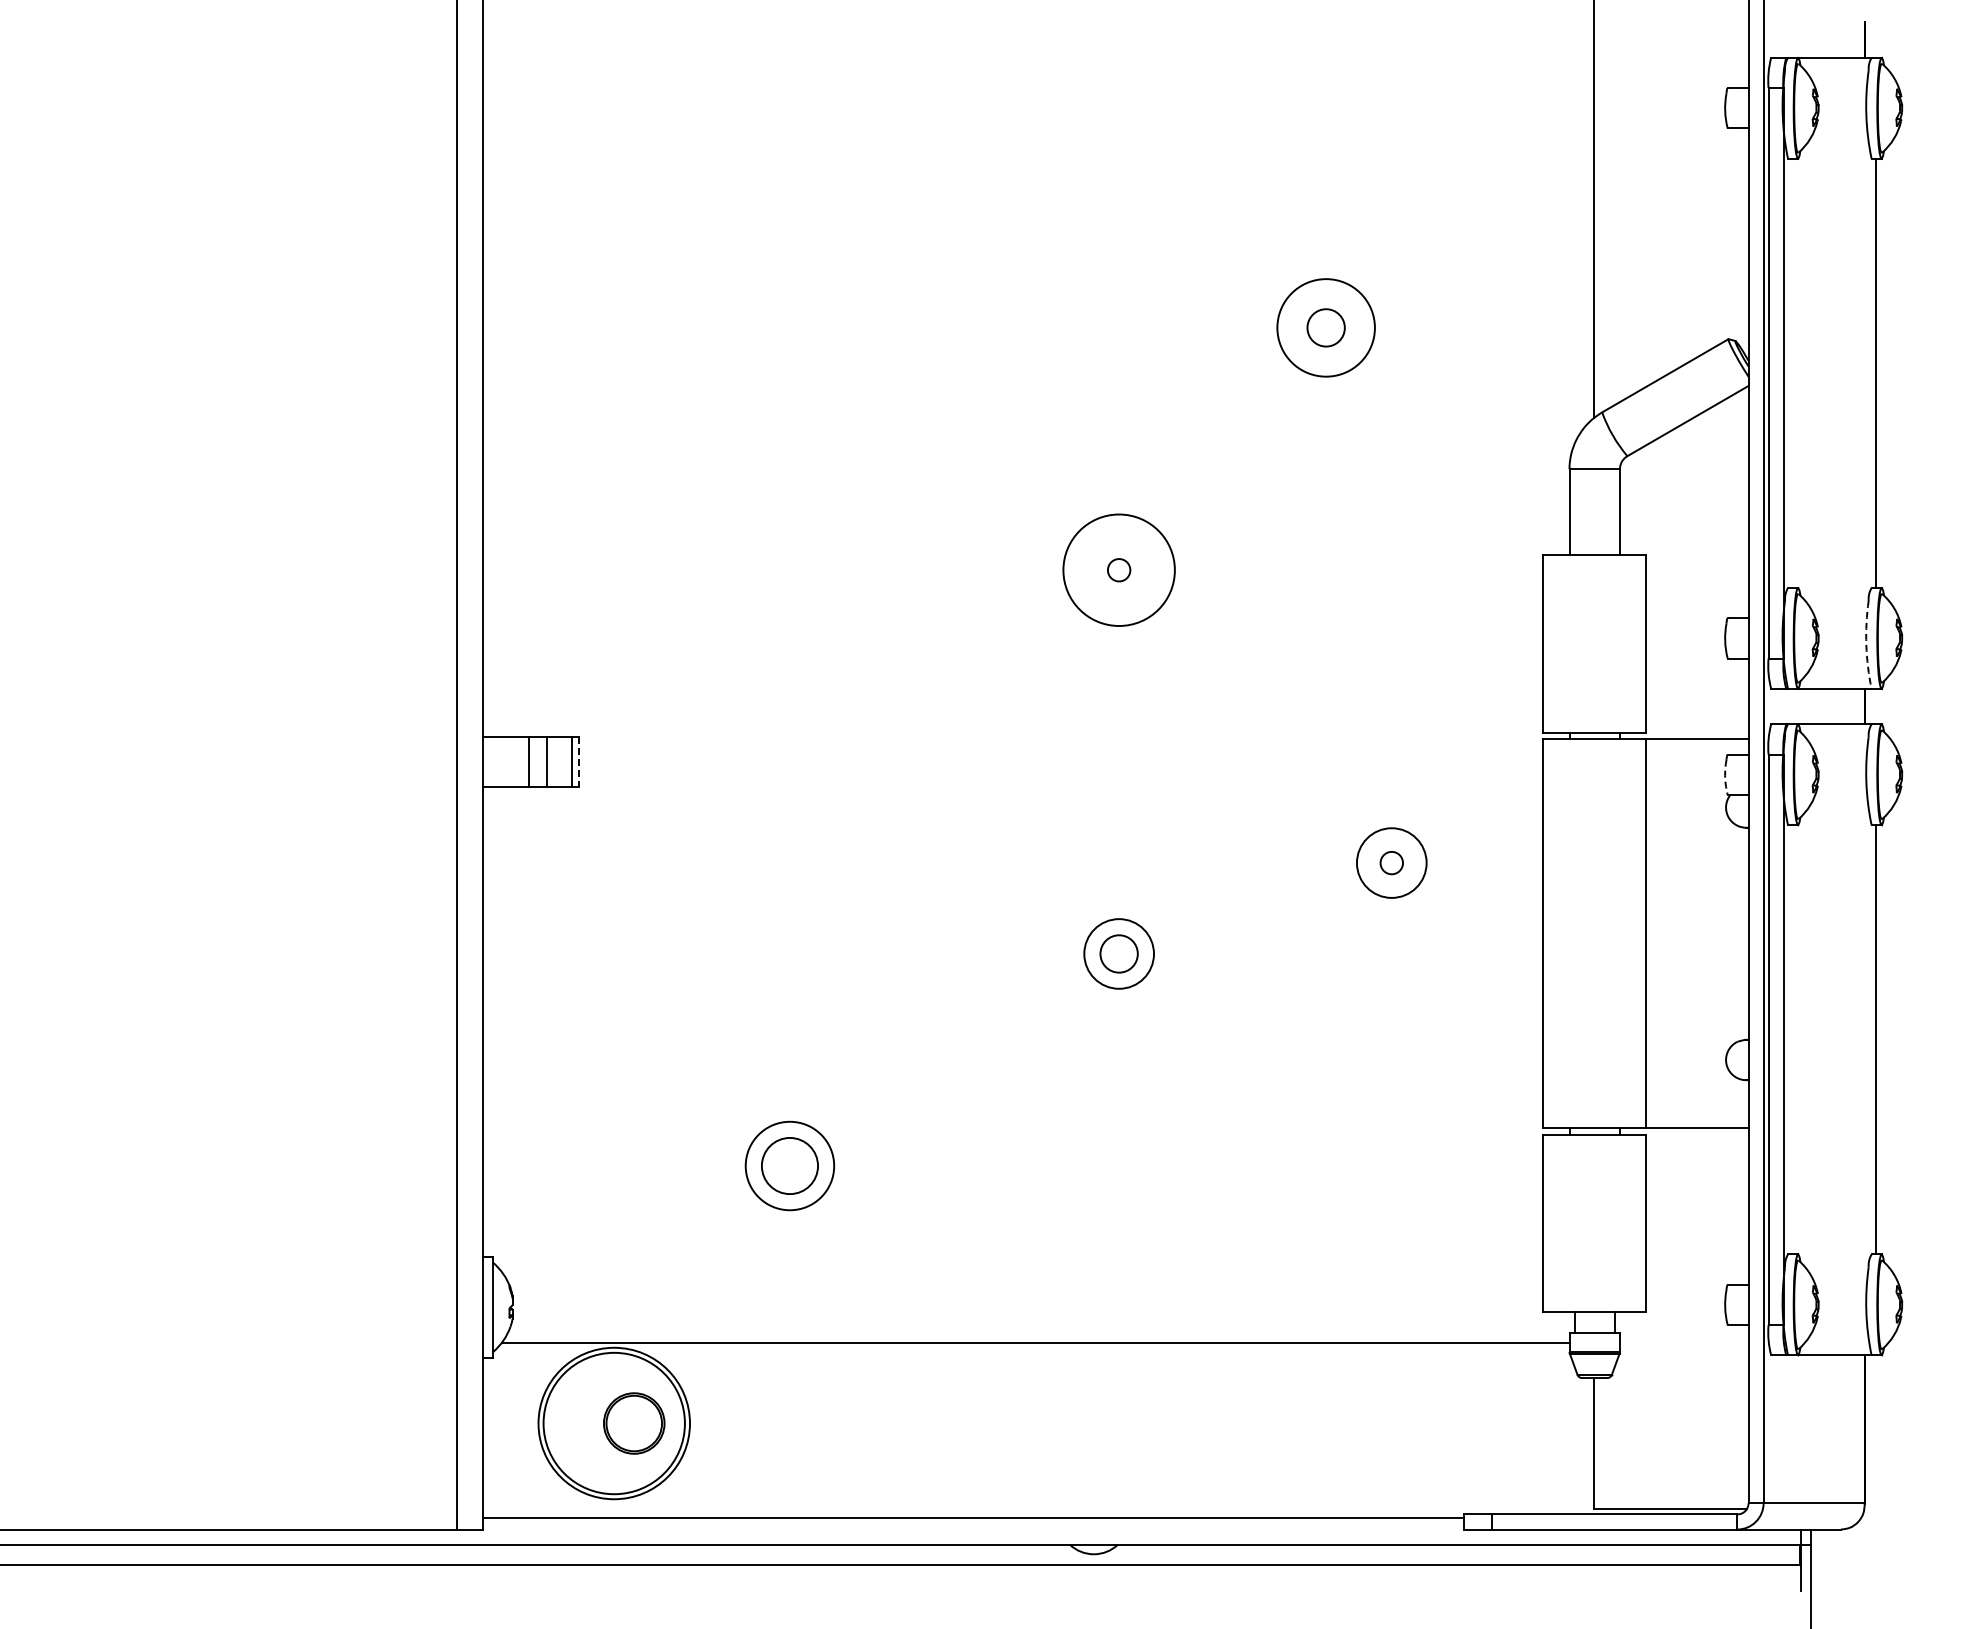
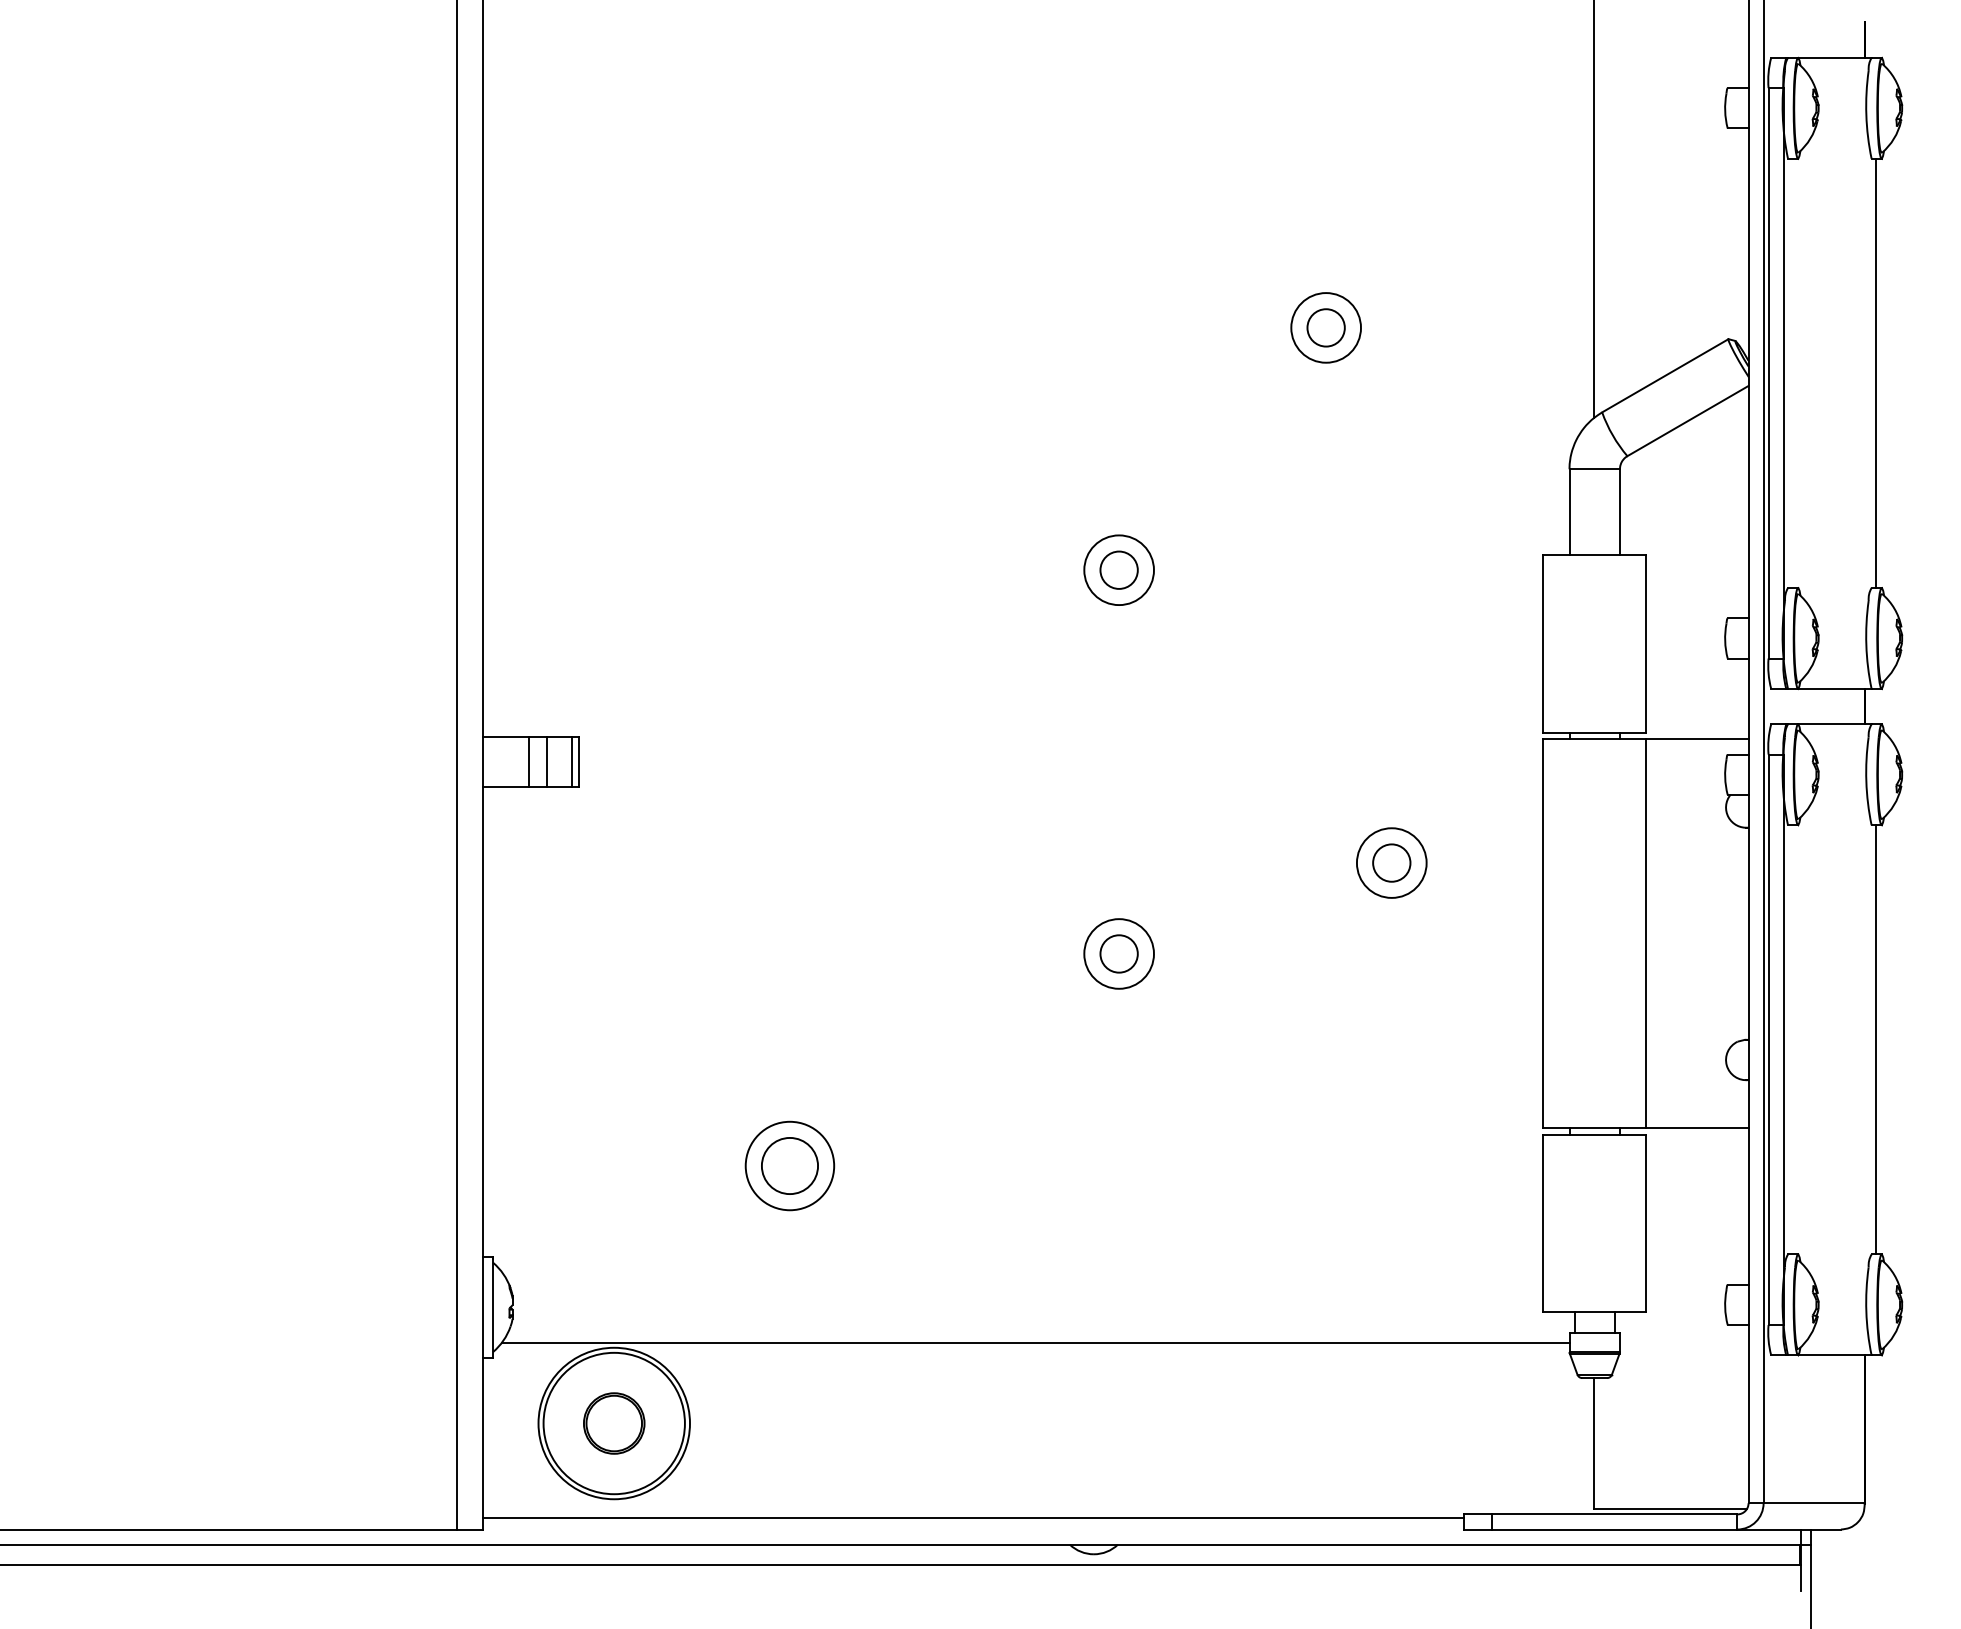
circle at (1325, 327) diameter: 98 px -> 70 px
circle at (1118, 569) diameter: 111 px -> 70 px
circle at (1118, 570) diameter: 22 px -> 37 px
arc at (1866, 645): dashed -> solid
line at (579, 762): dashed -> solid
arc at (1725, 777): dashed -> solid
circle at (1391, 862) diameter: 22 px -> 37 px
part at (634, 1423) position: (634, 1423) -> (614, 1423)
